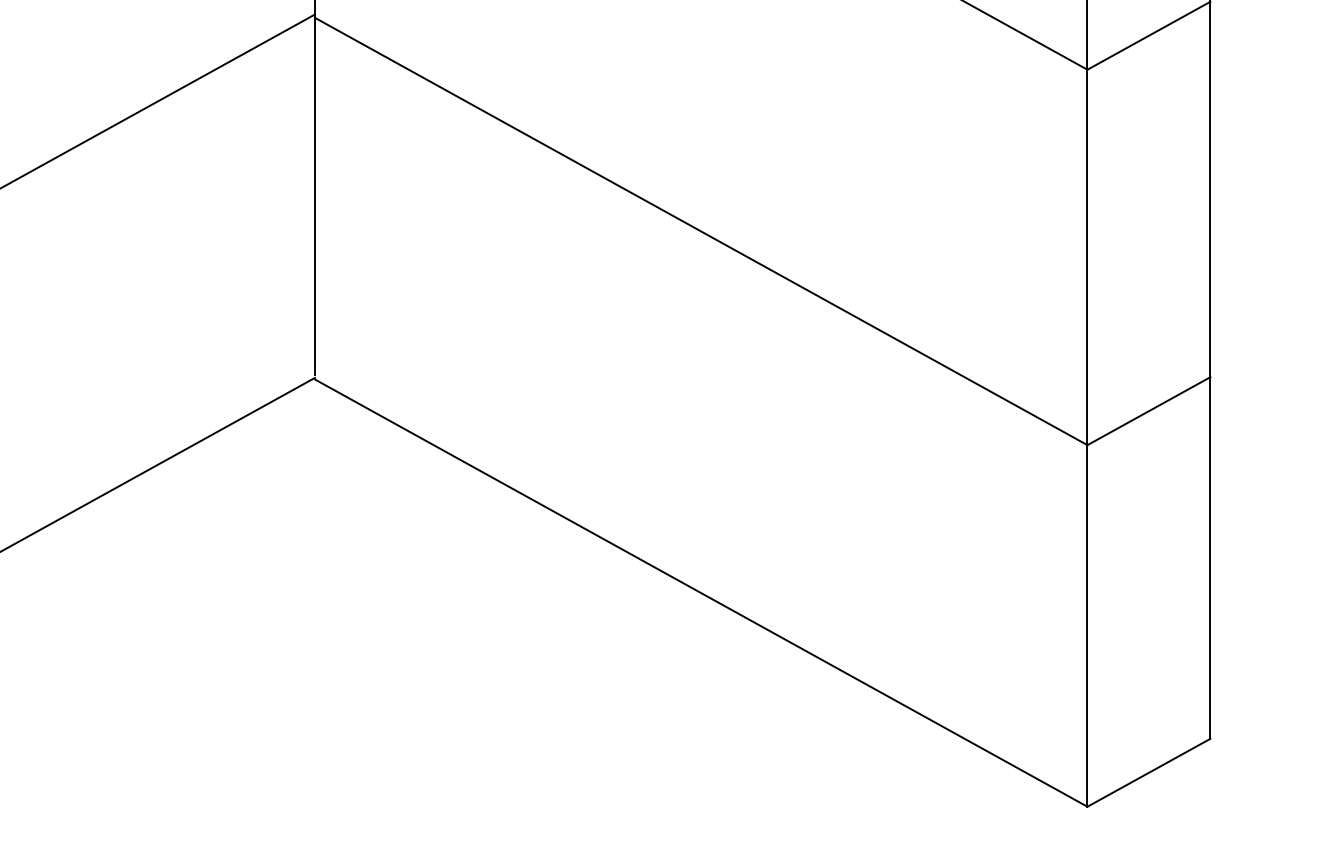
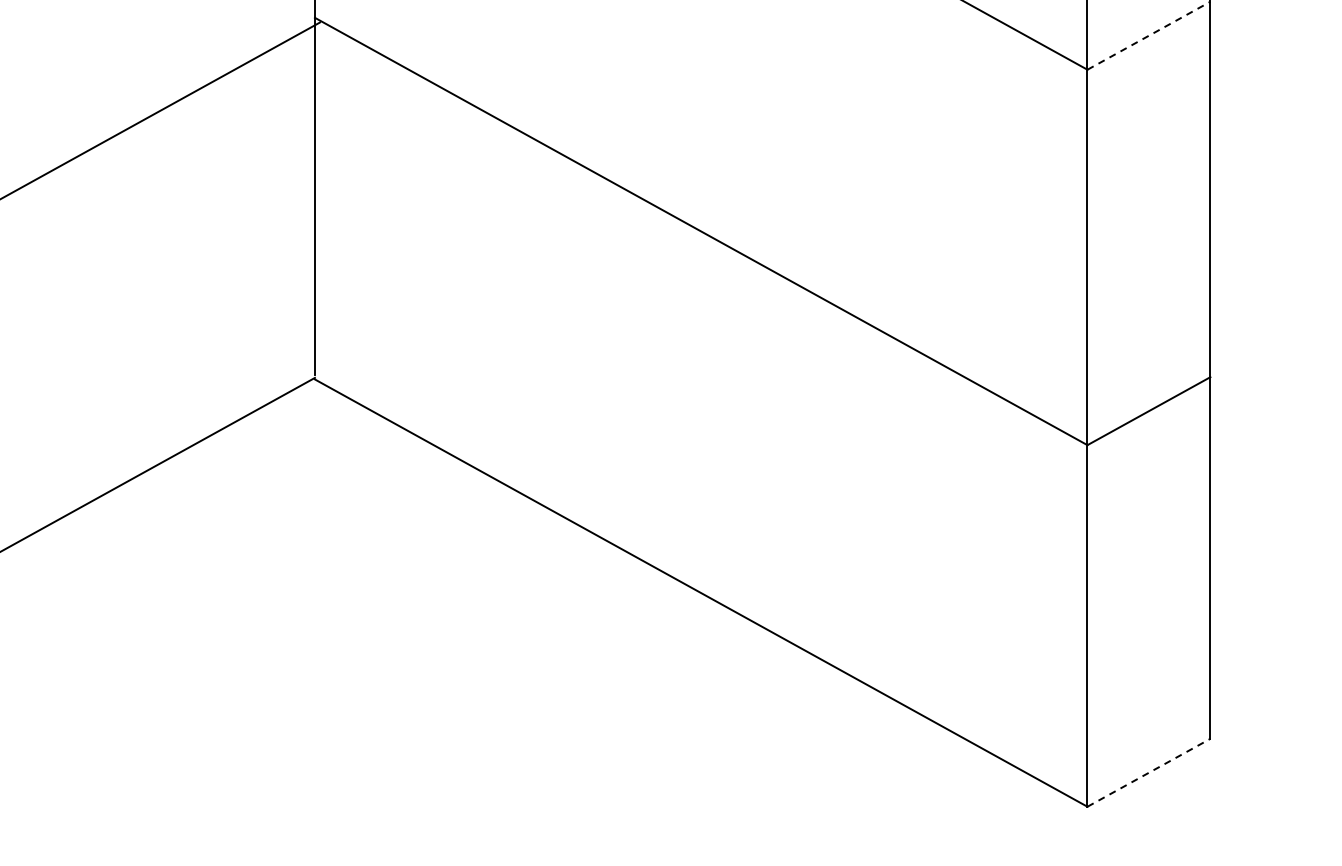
line at (1149, 35): solid -> dashed
line at (158, 100) position: (158, 100) -> (160, 110)
line at (1149, 772): solid -> dashed
